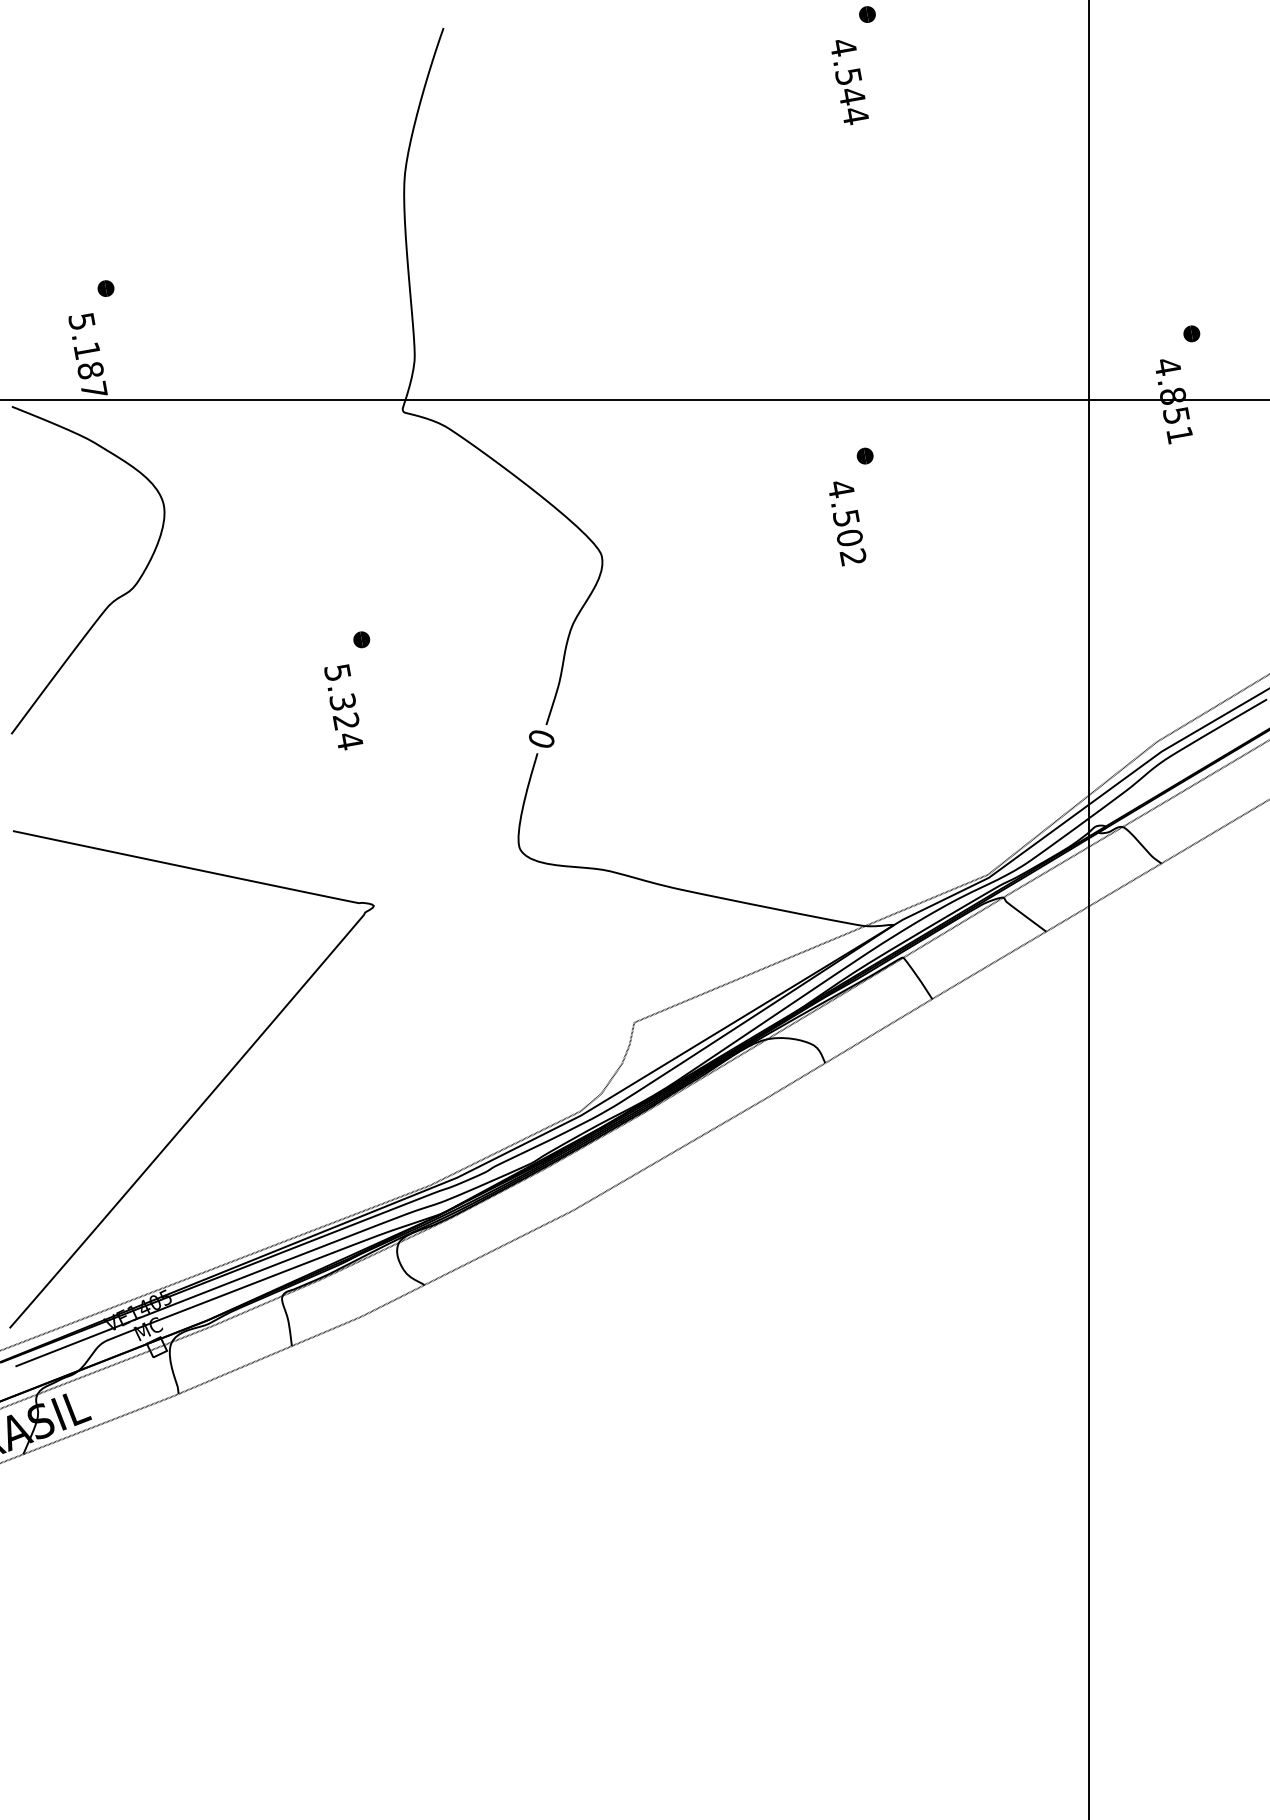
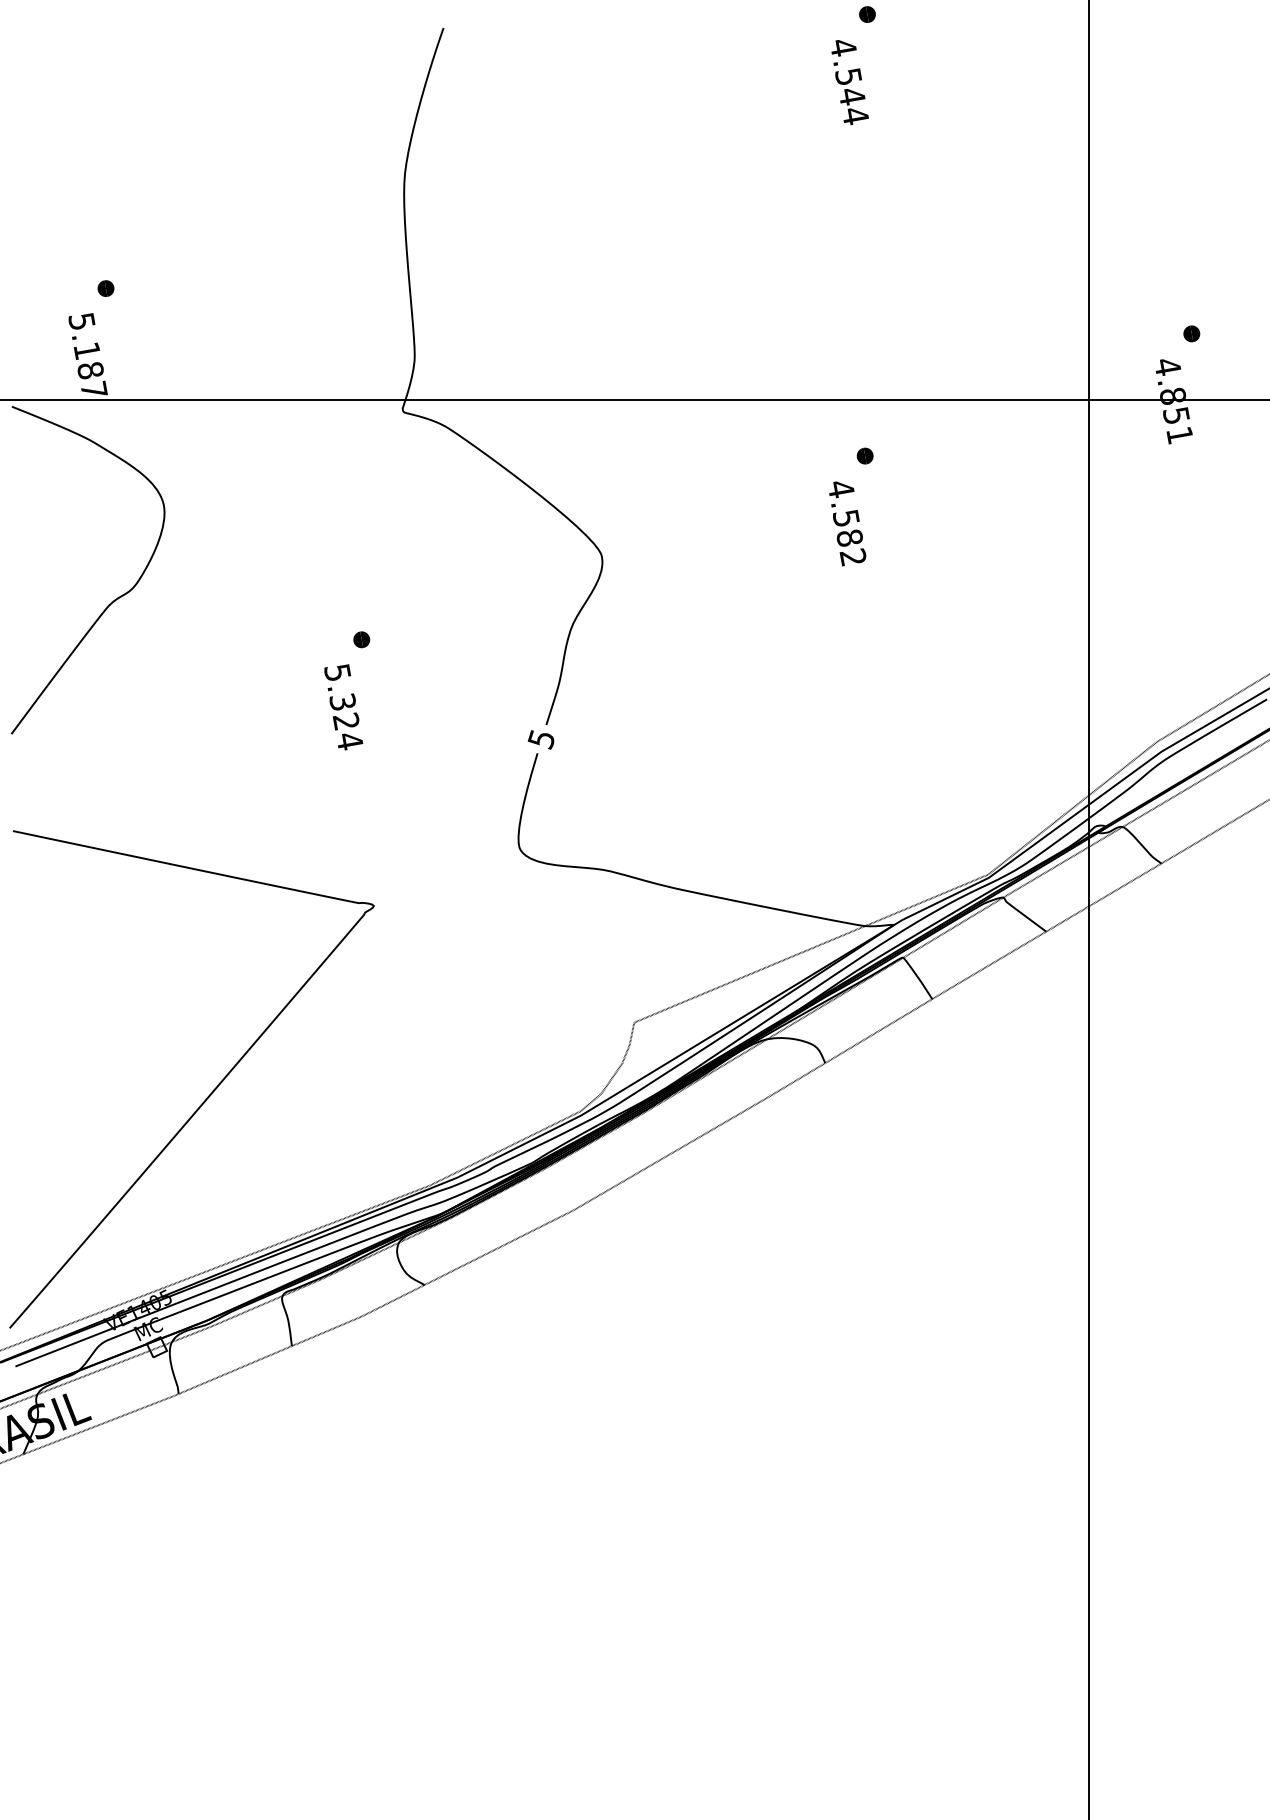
text at (849, 537): 4.502 -> 4.582
text at (540, 739): 0 -> 5
